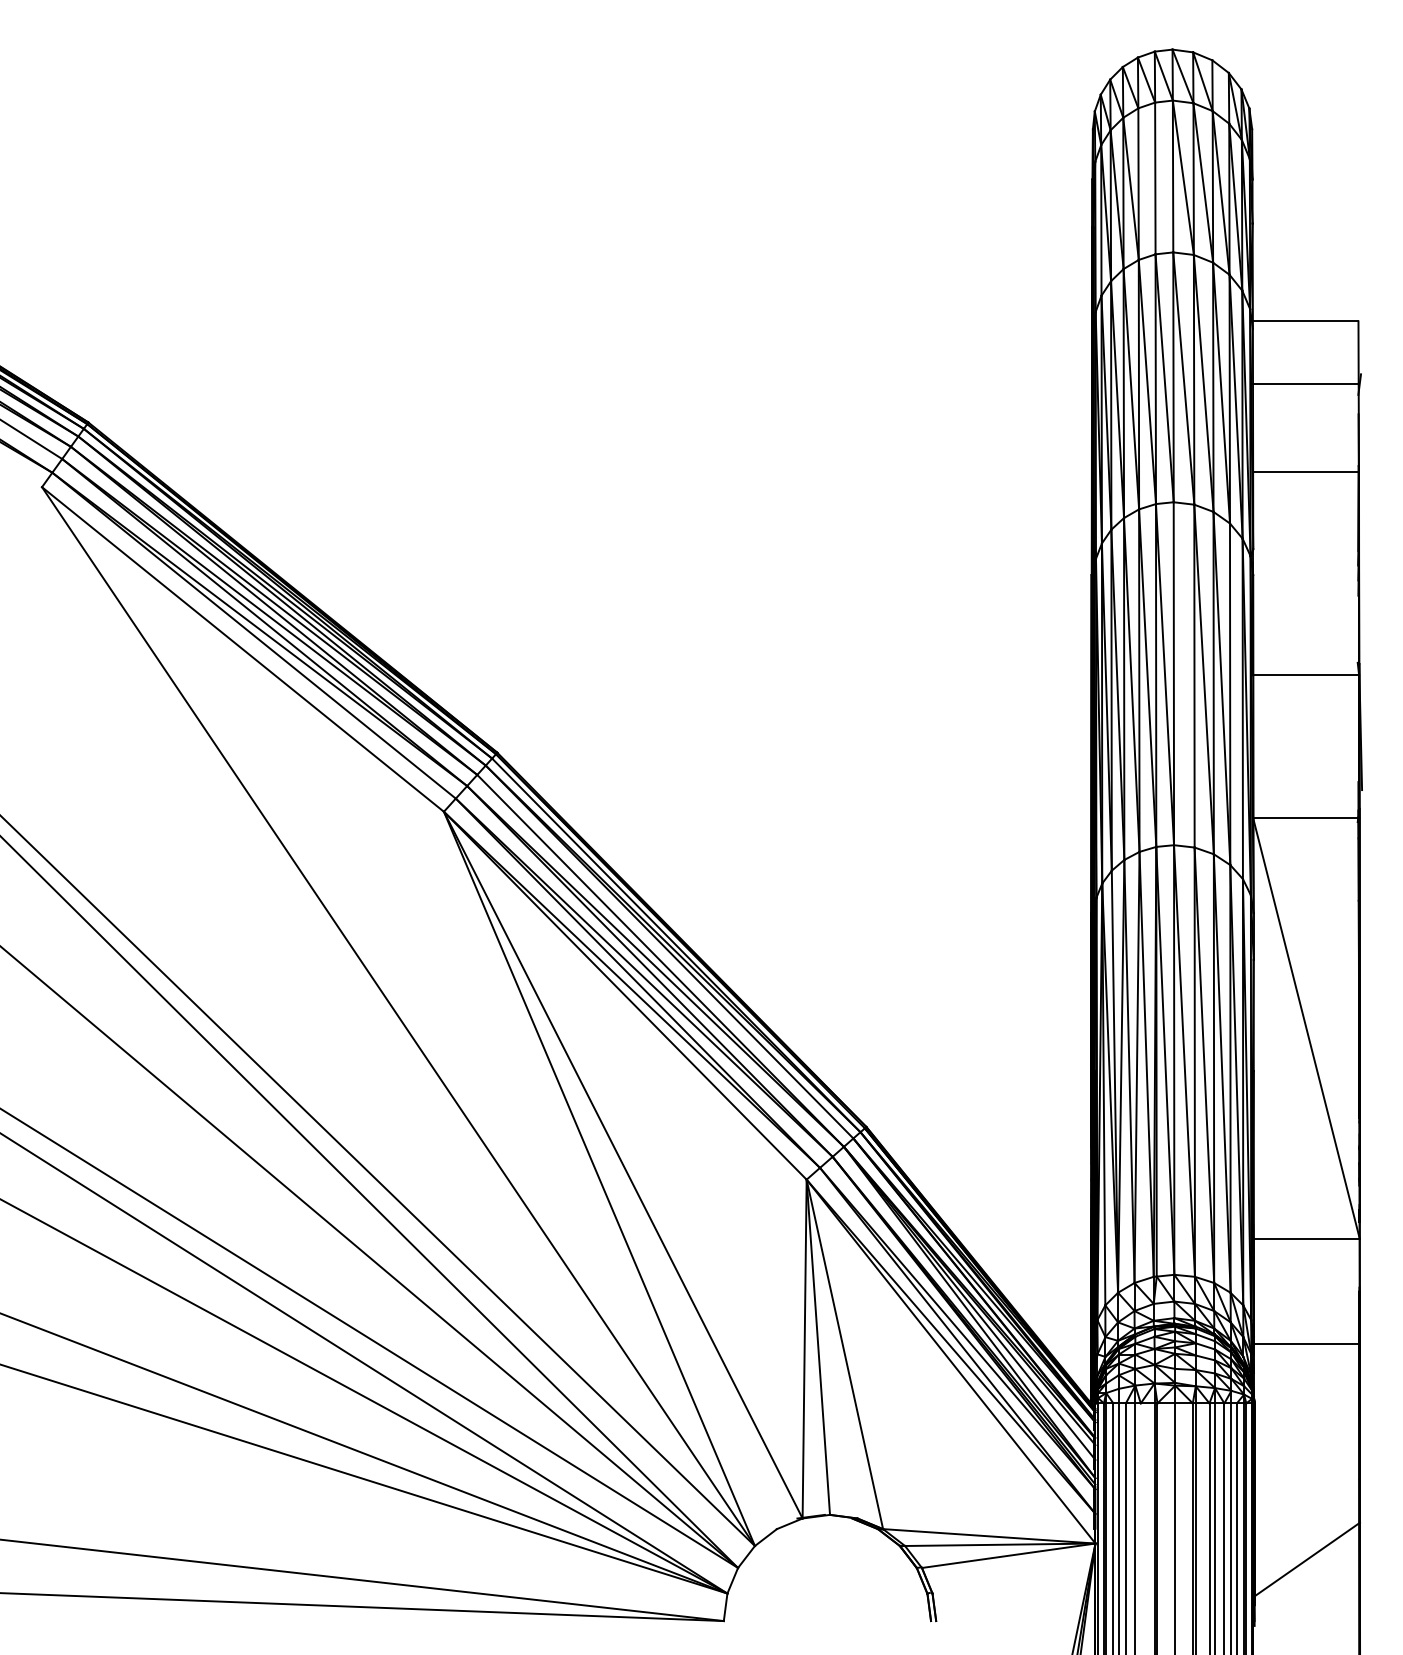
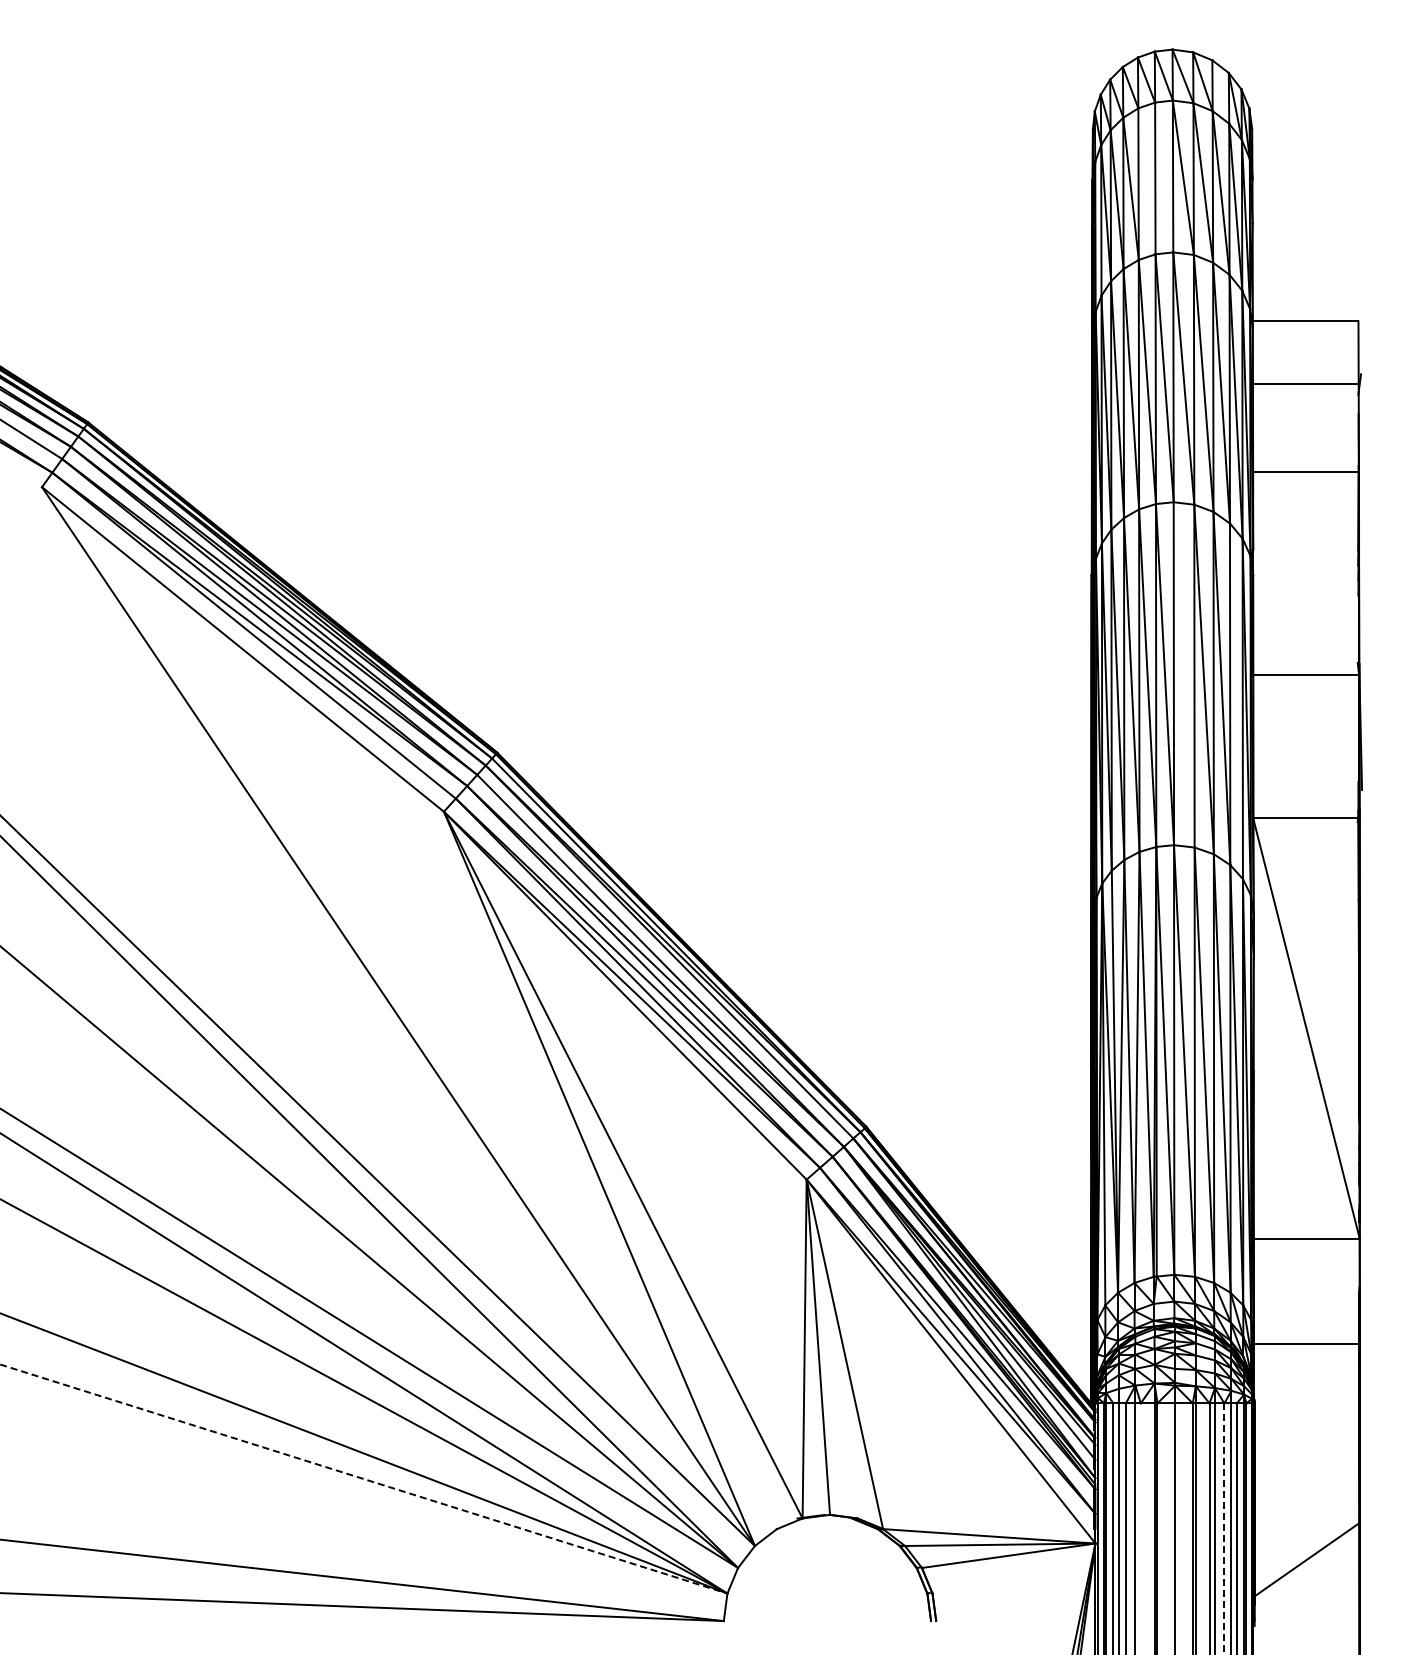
line at (364, 1479): solid -> dashed
line at (1224, 1529): solid -> dashed
